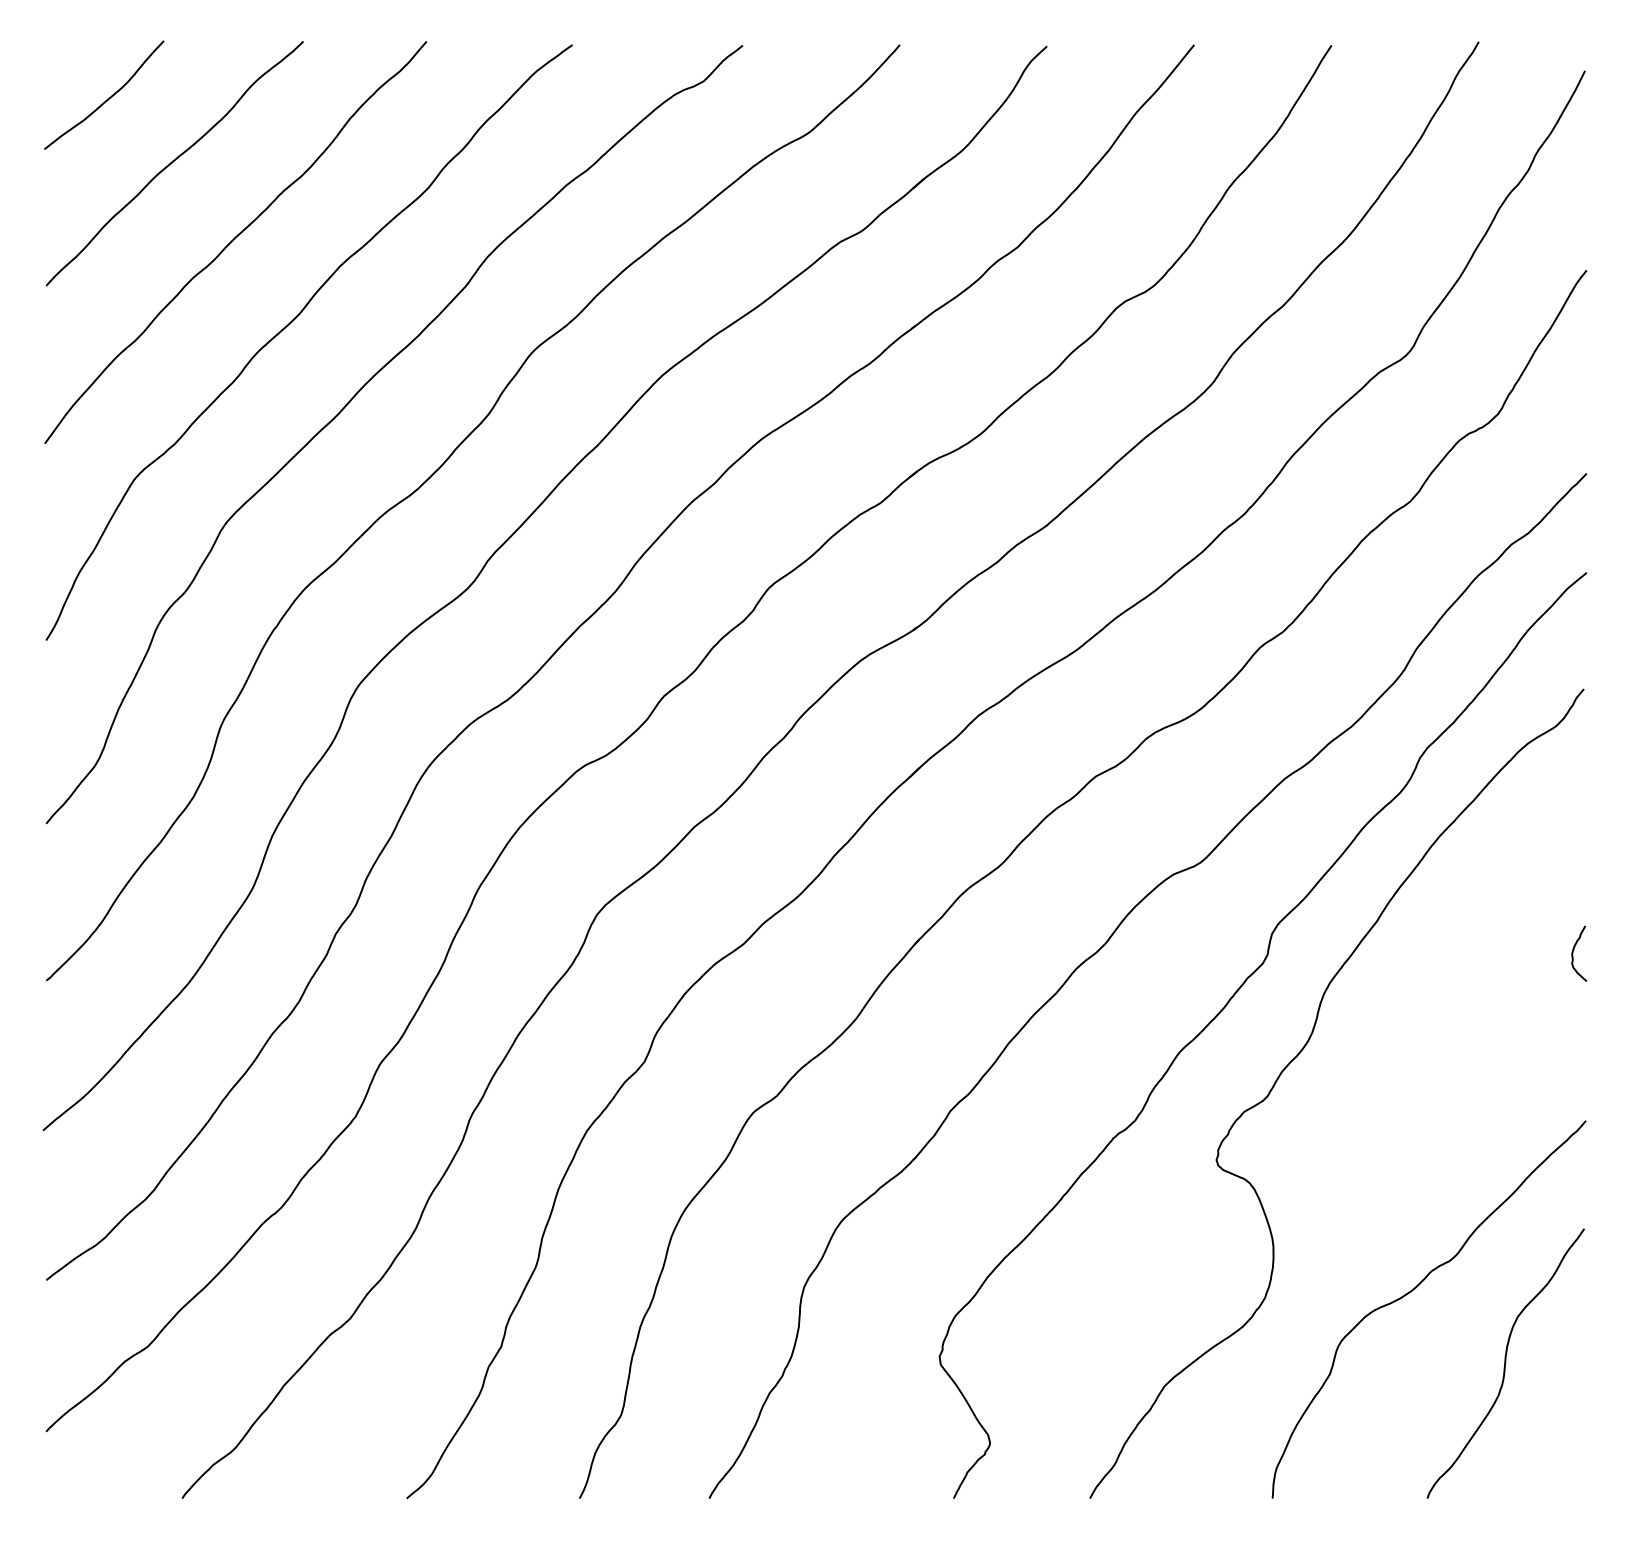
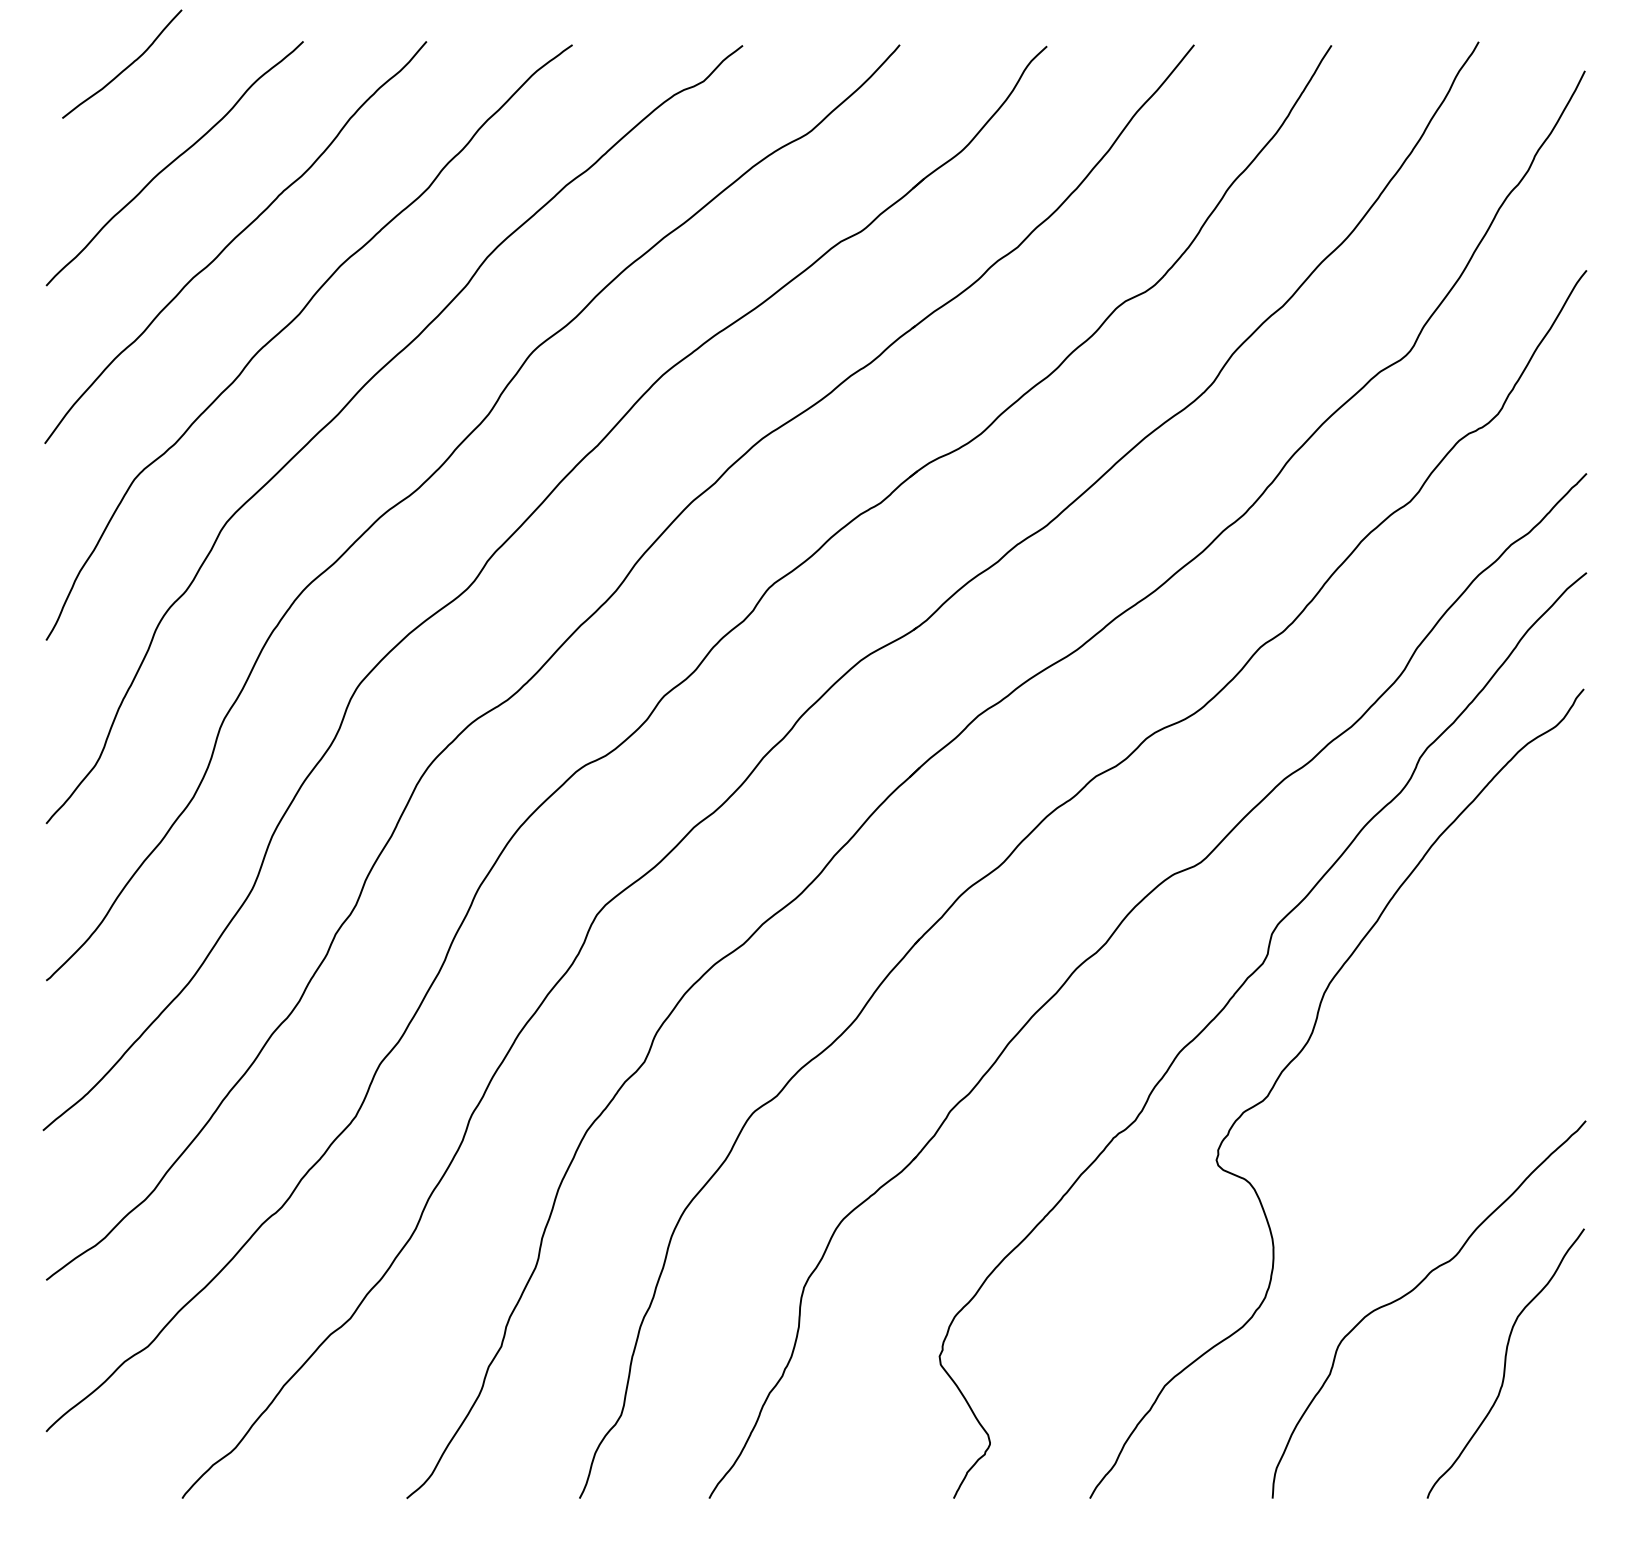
curve at (107, 98) position: (107, 98) -> (125, 67)
curve at (1574, 950): present -> none
